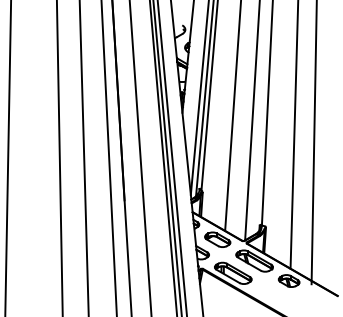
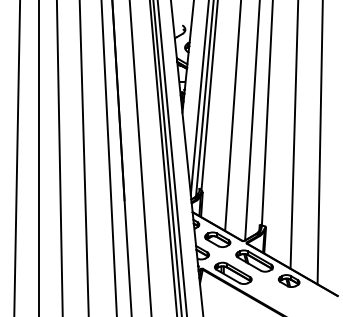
line at (313, 143) position: (313, 143) -> (319, 143)
line at (8, 157) position: (8, 157) -> (17, 157)
line at (38, 157): none -> present
